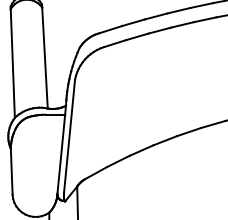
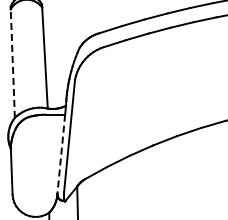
line at (12, 63): solid -> dashed
line at (61, 154): solid -> dashed
